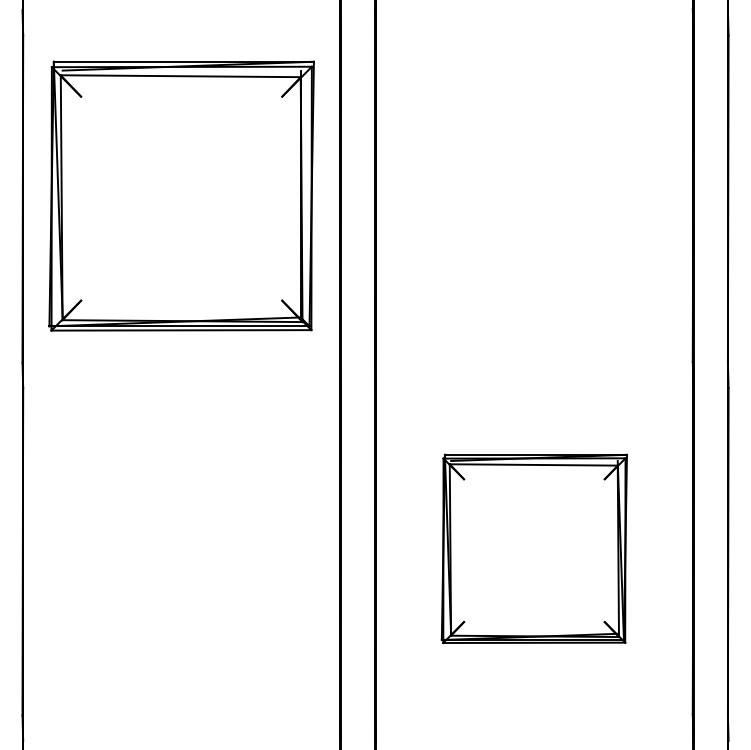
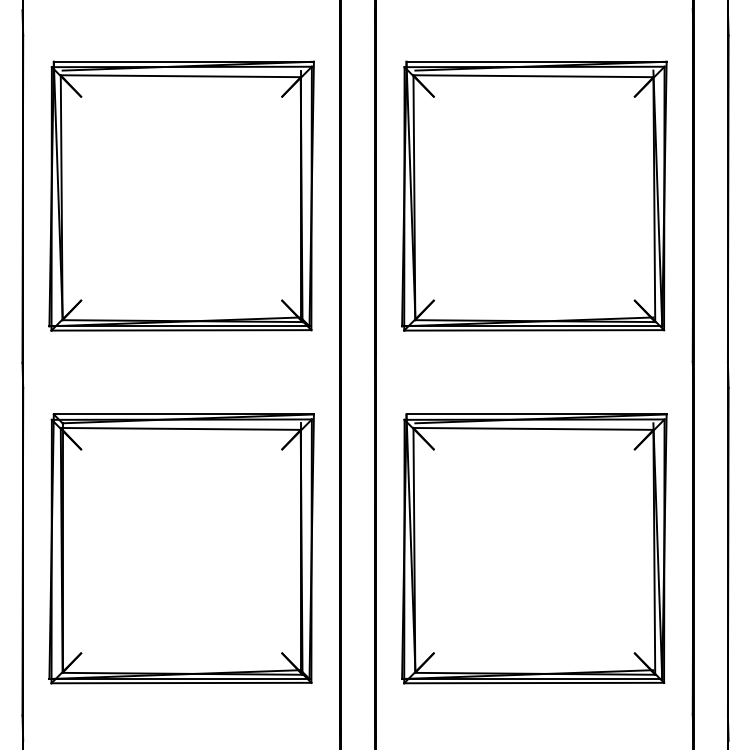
part at (534, 195): none -> present
part at (181, 548): none -> present
part at (533, 548) size: 188x192 px -> 267x272 px
